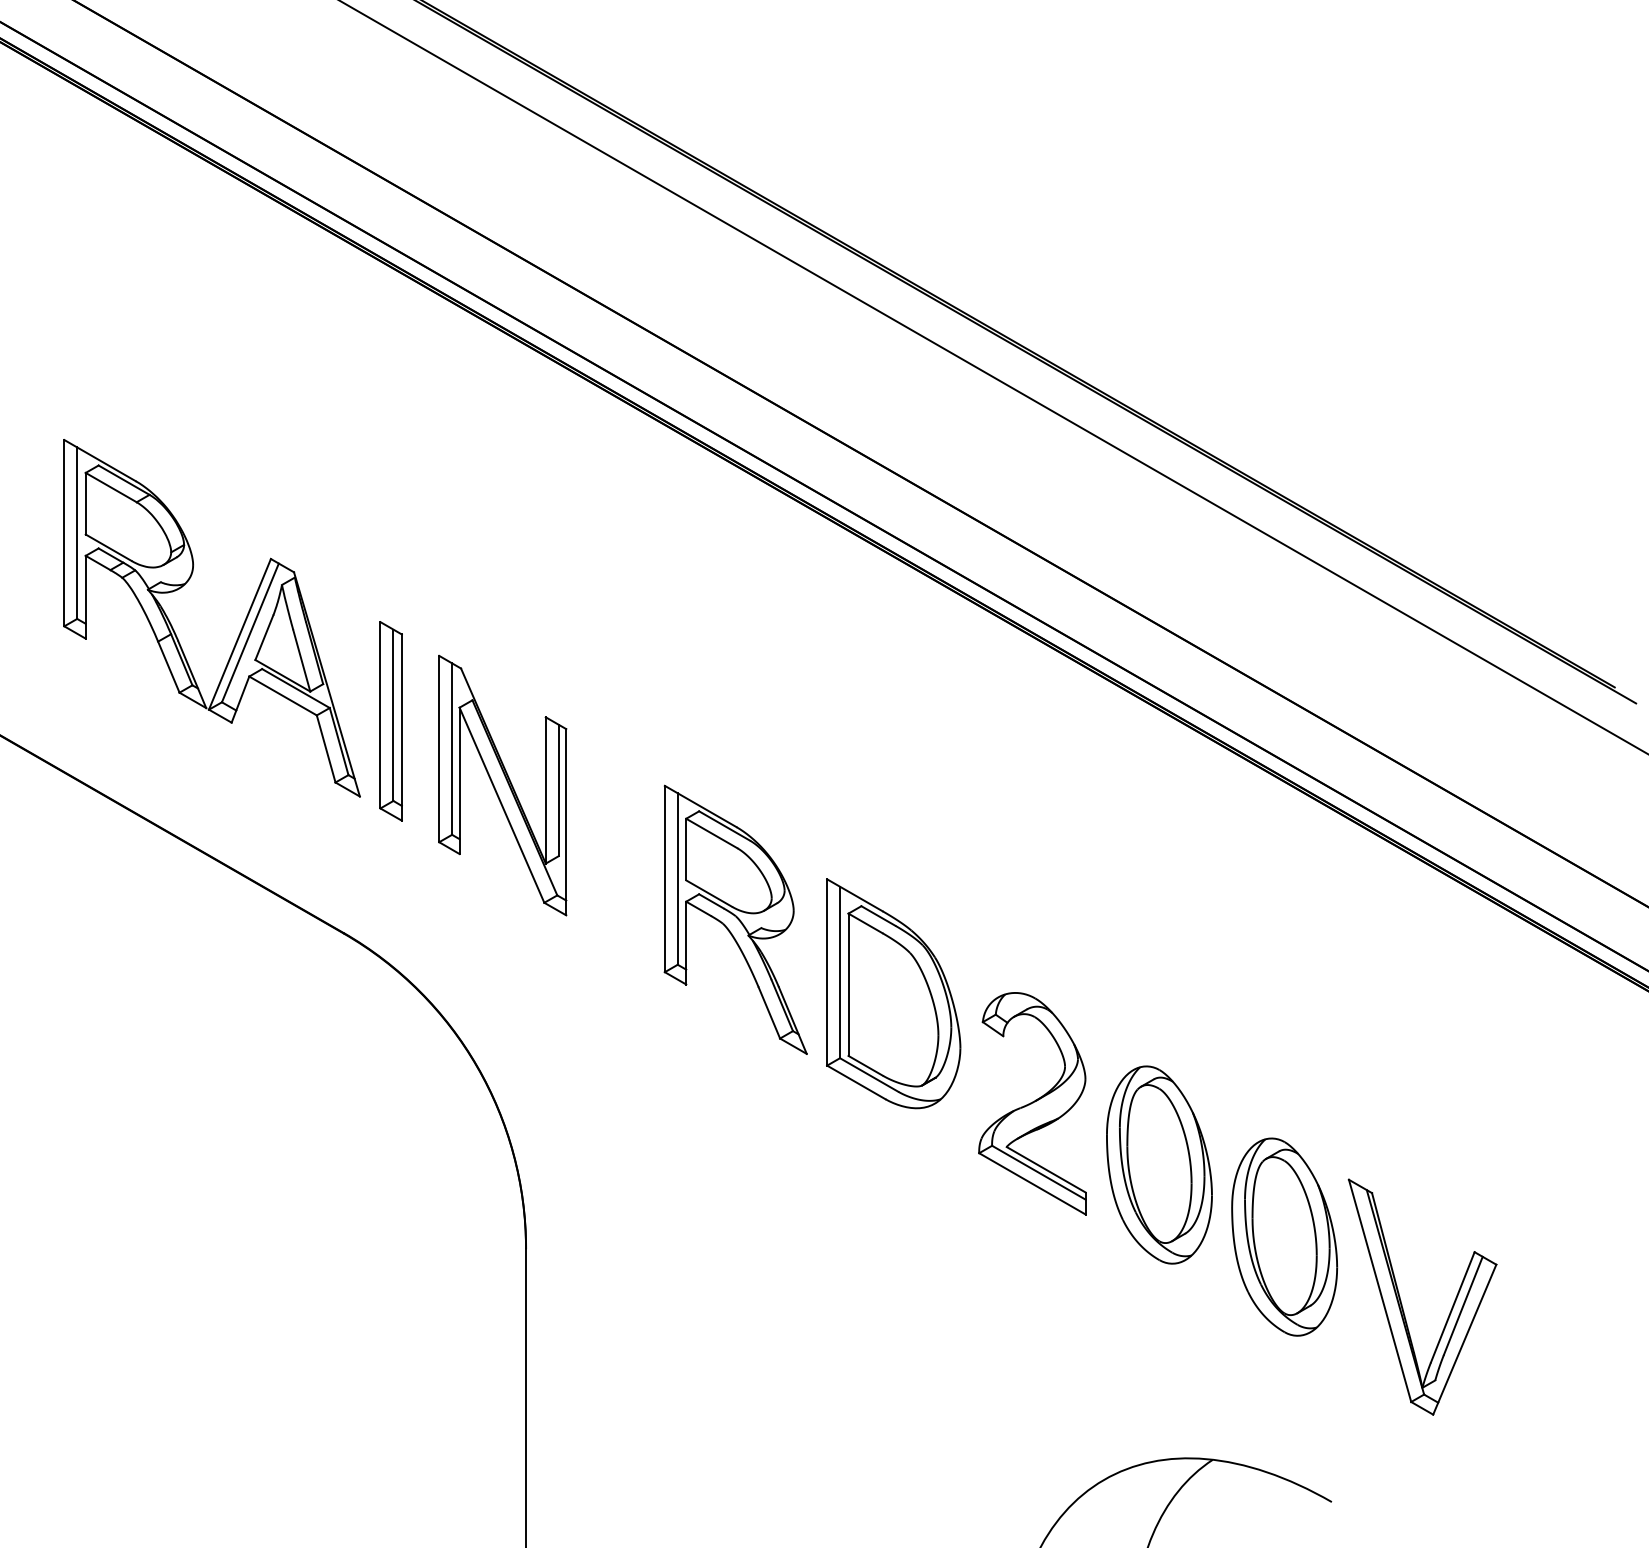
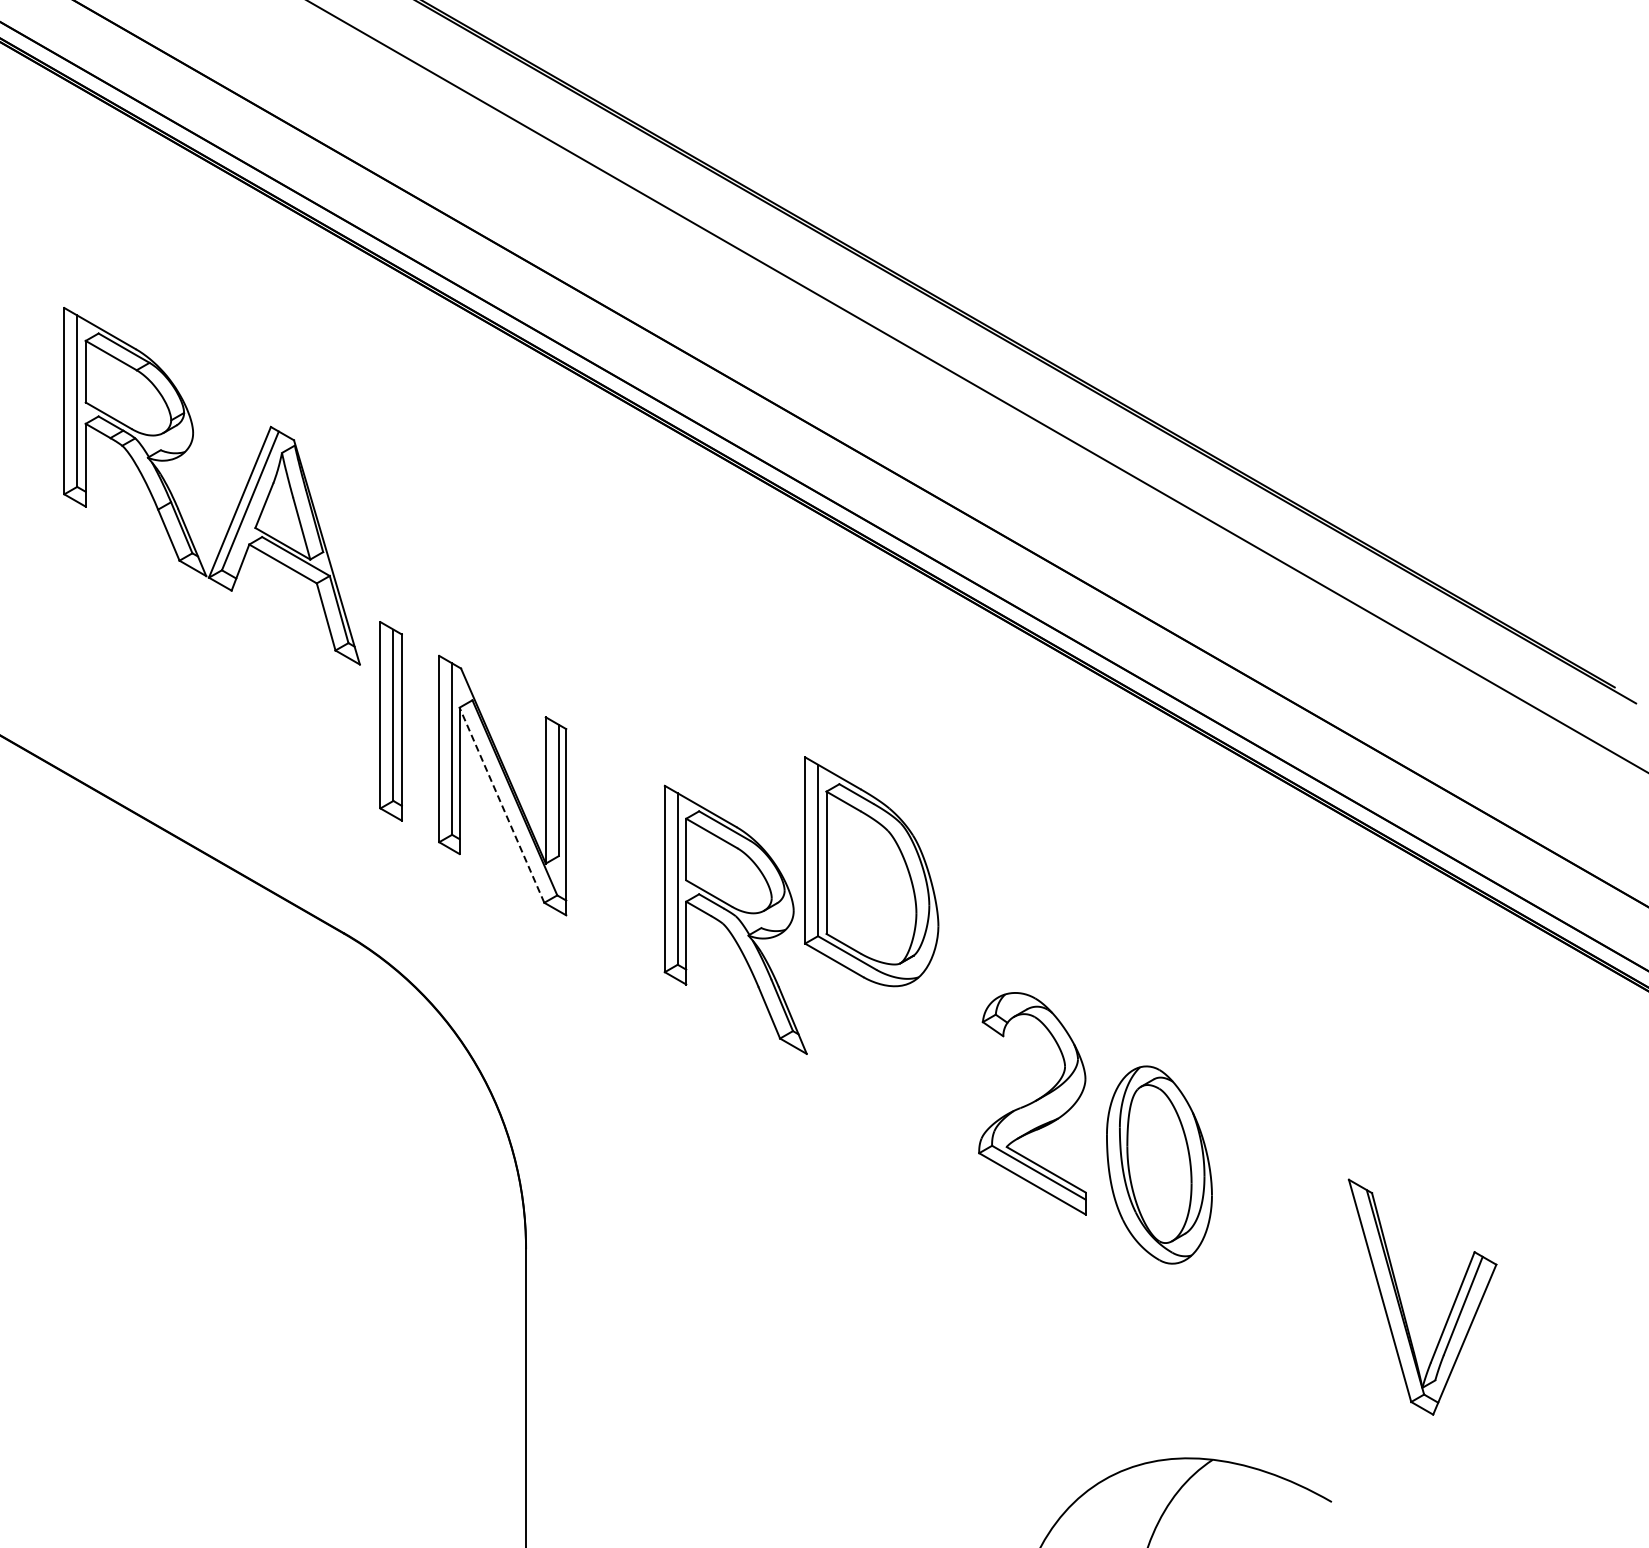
line at (993, 377) position: (993, 377) -> (977, 386)
part at (239, 632) position: (239, 632) -> (239, 500)
line at (501, 804): solid -> dashed
part at (893, 993) position: (893, 993) -> (871, 871)
part at (1284, 1236): present -> none
